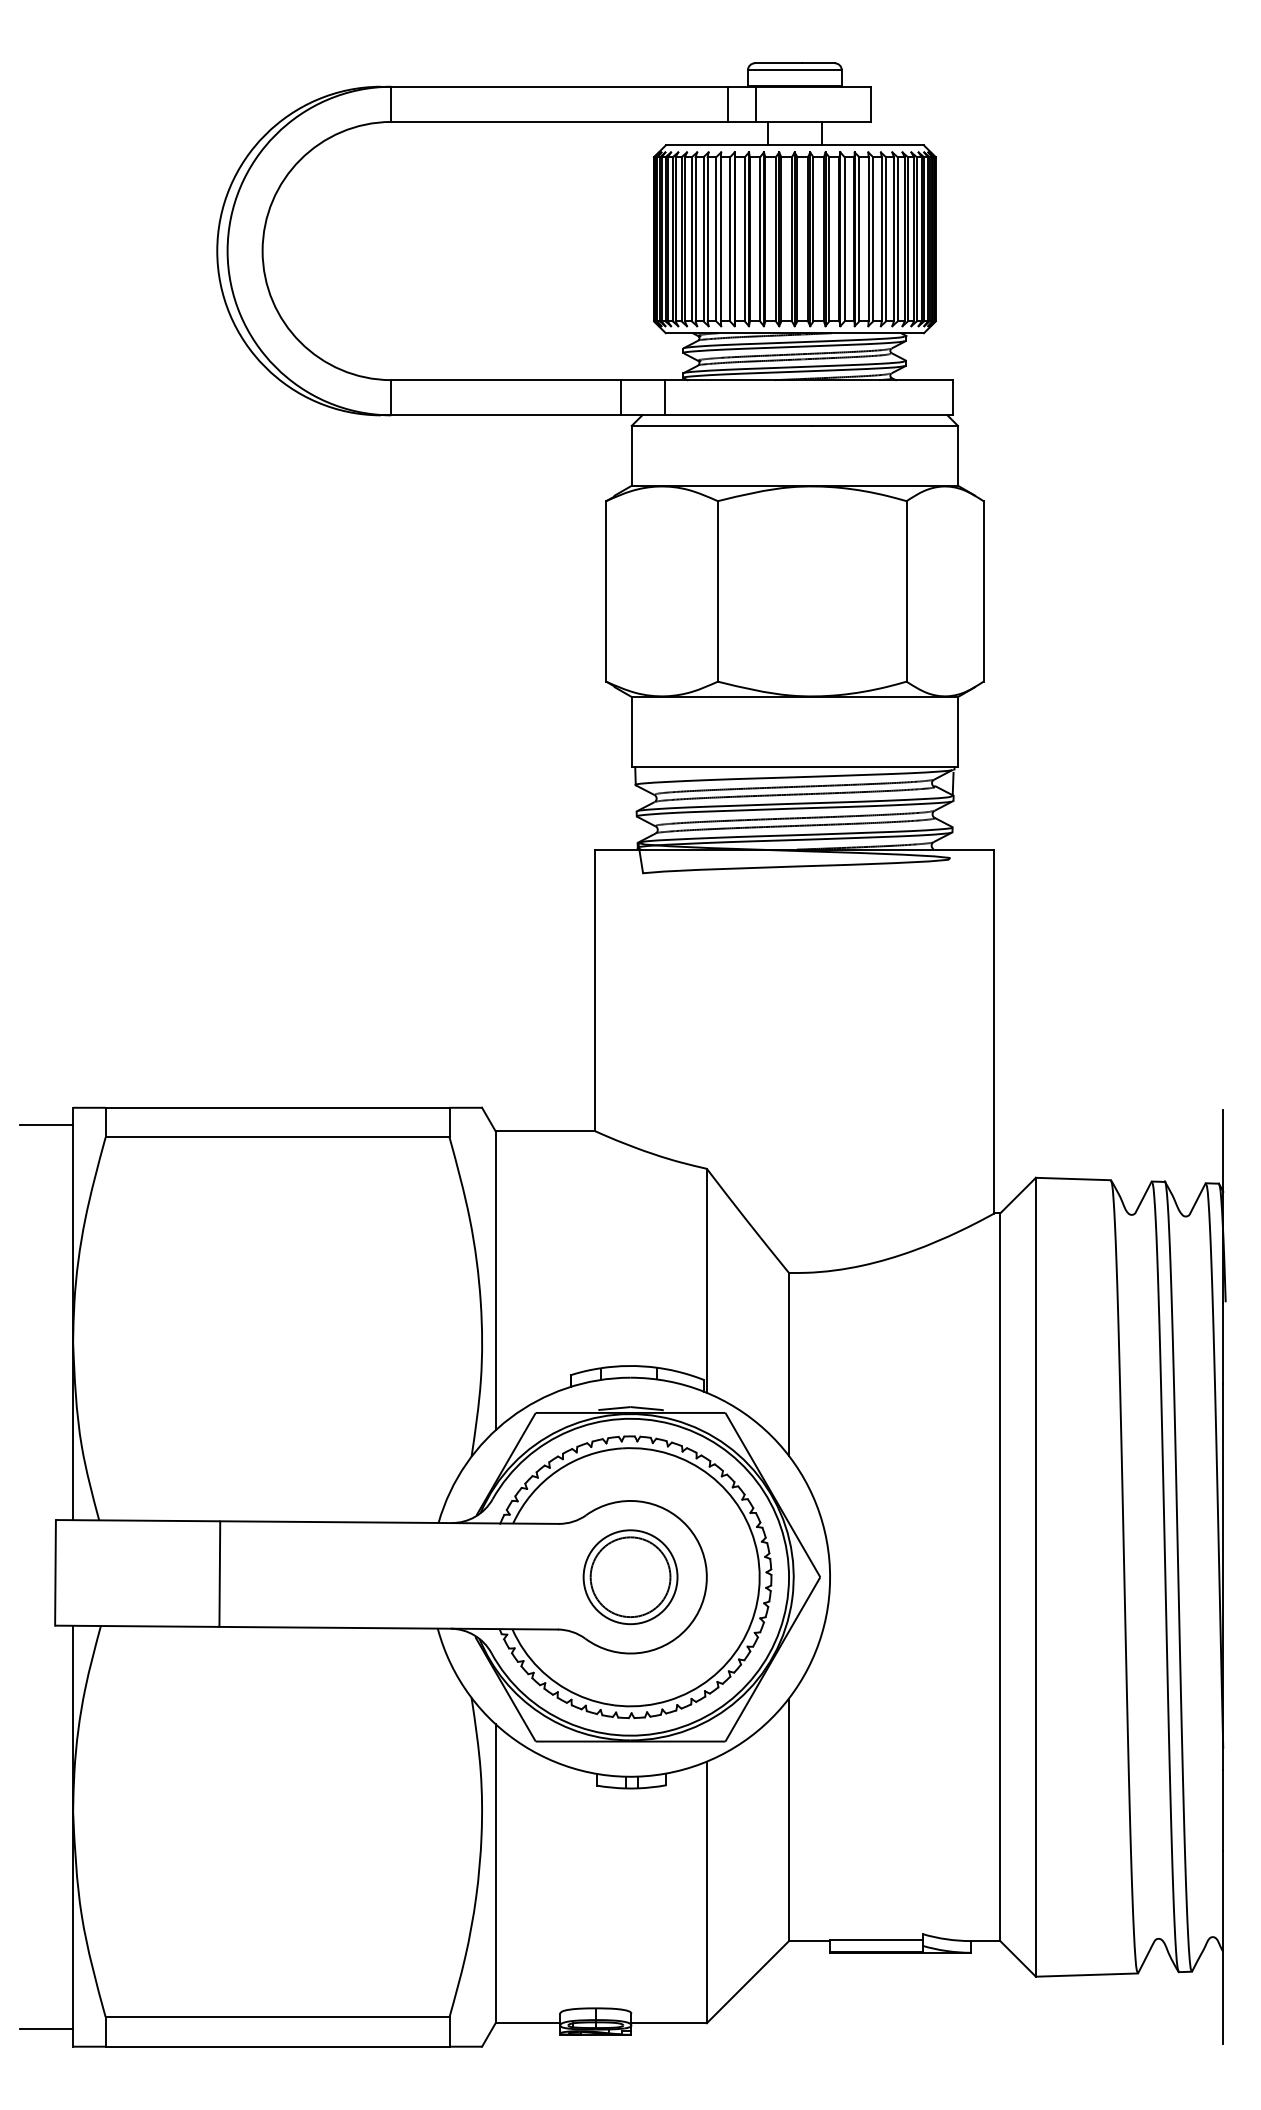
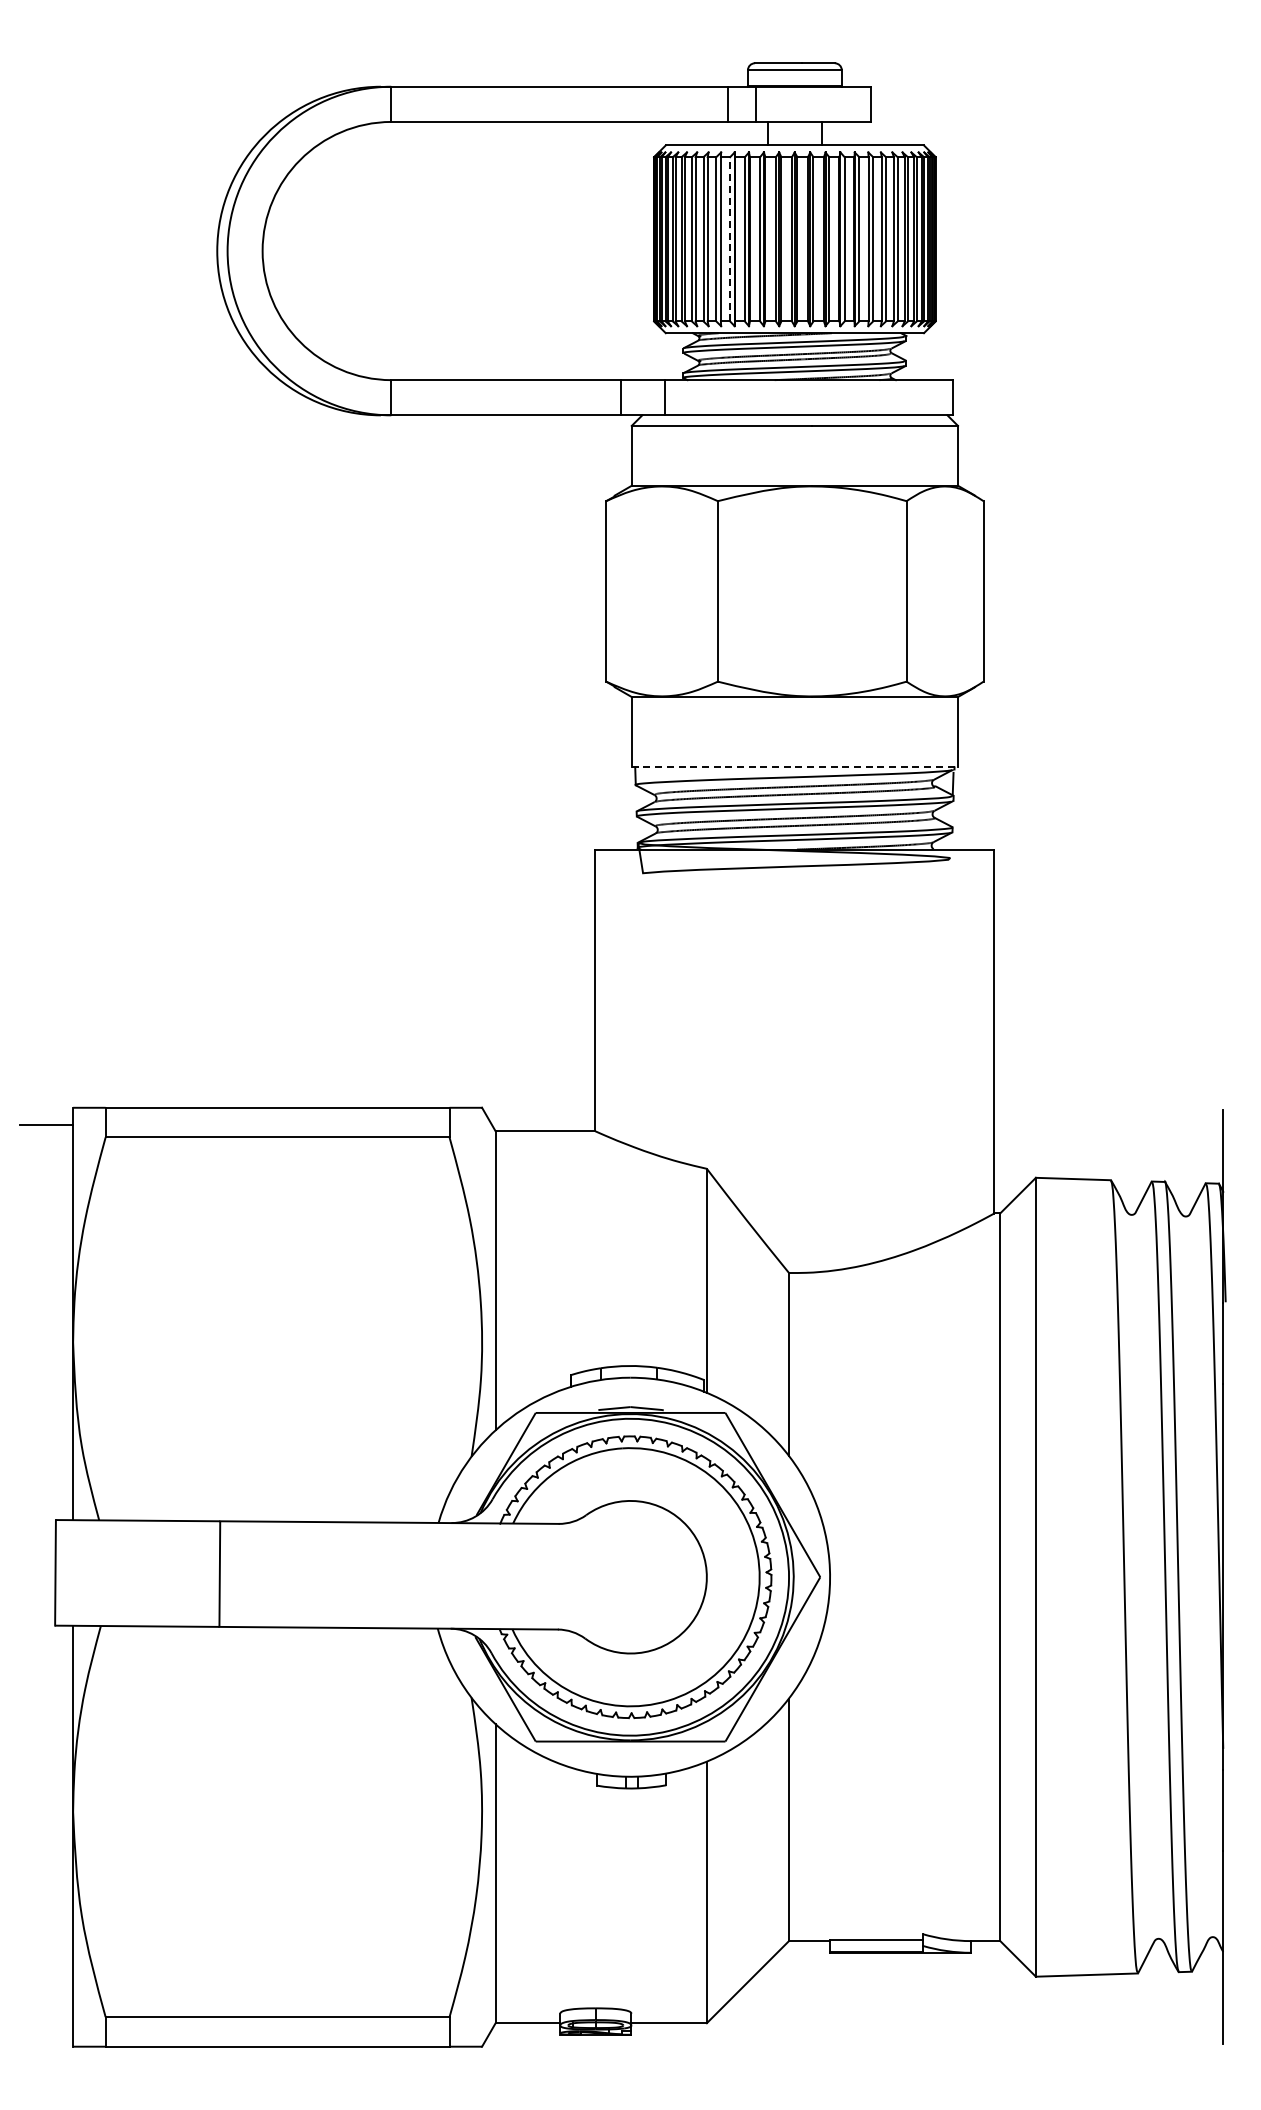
line at (730, 238): solid -> dashed
line at (795, 767): solid -> dashed
part at (630, 1577): present -> none
line at (46, 2029): present -> none
